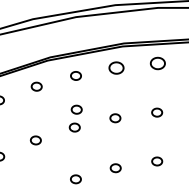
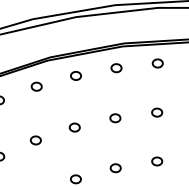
part at (157, 63) size: 17x15 px -> 13x11 px
part at (116, 67) size: 17x14 px -> 13x11 px
part at (76, 109): present -> none
